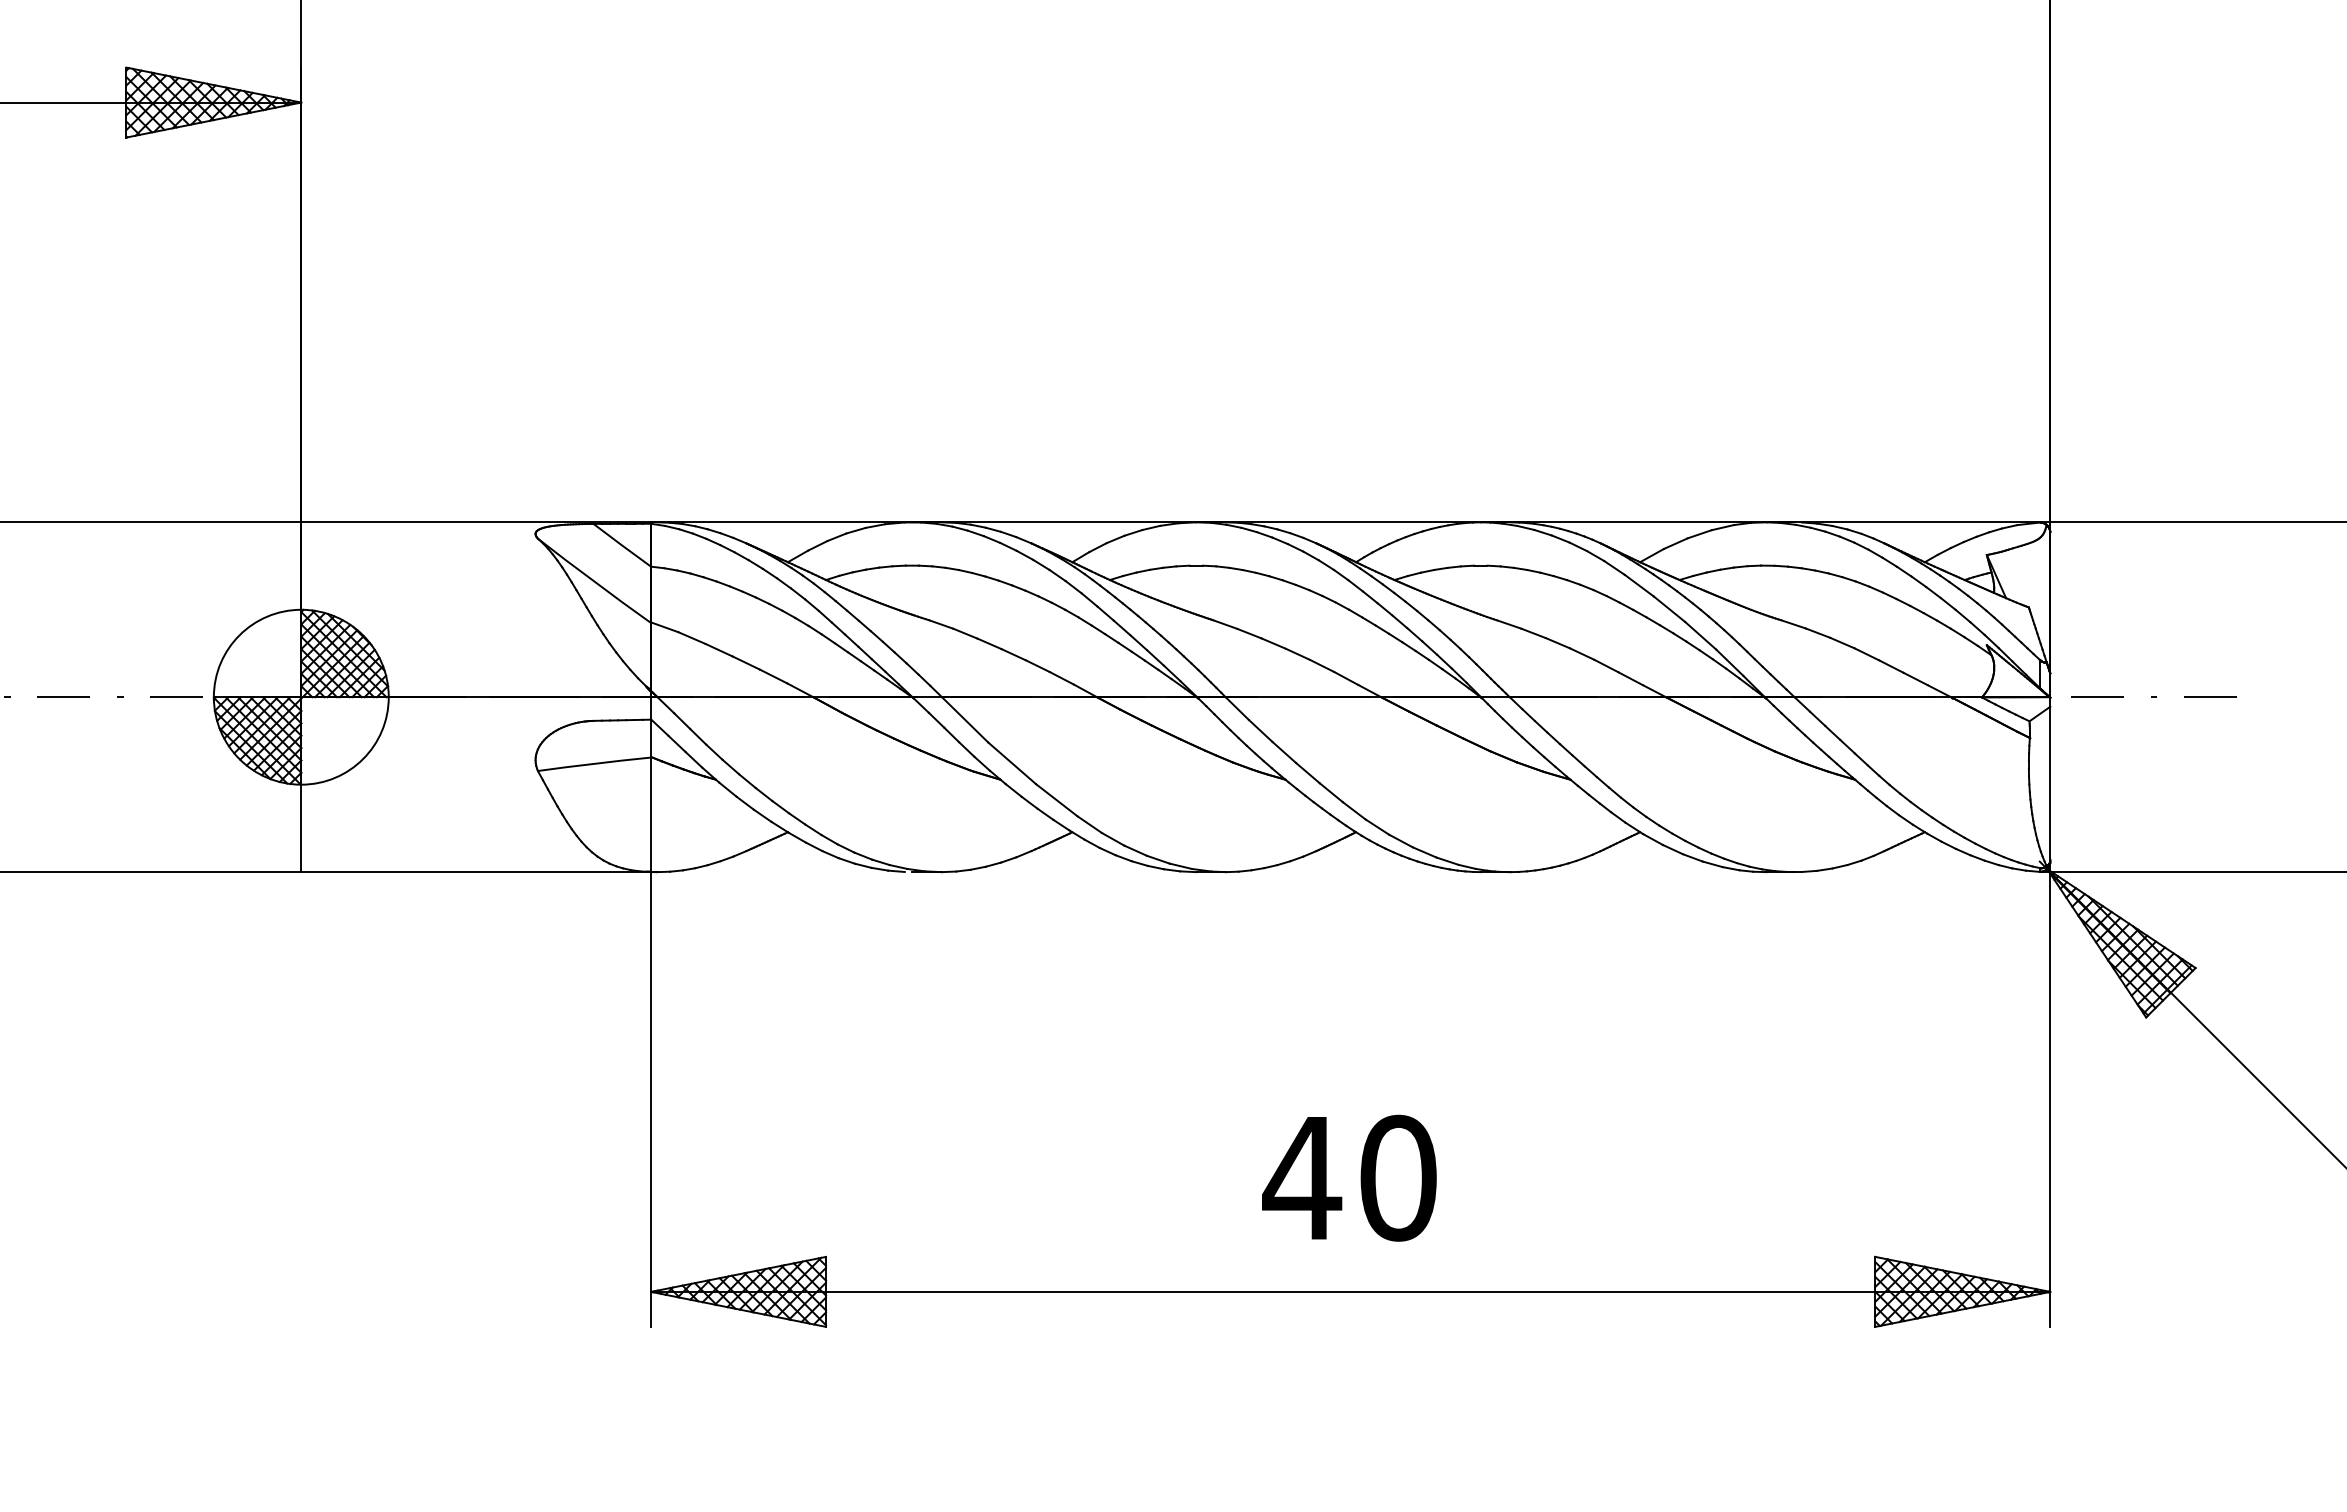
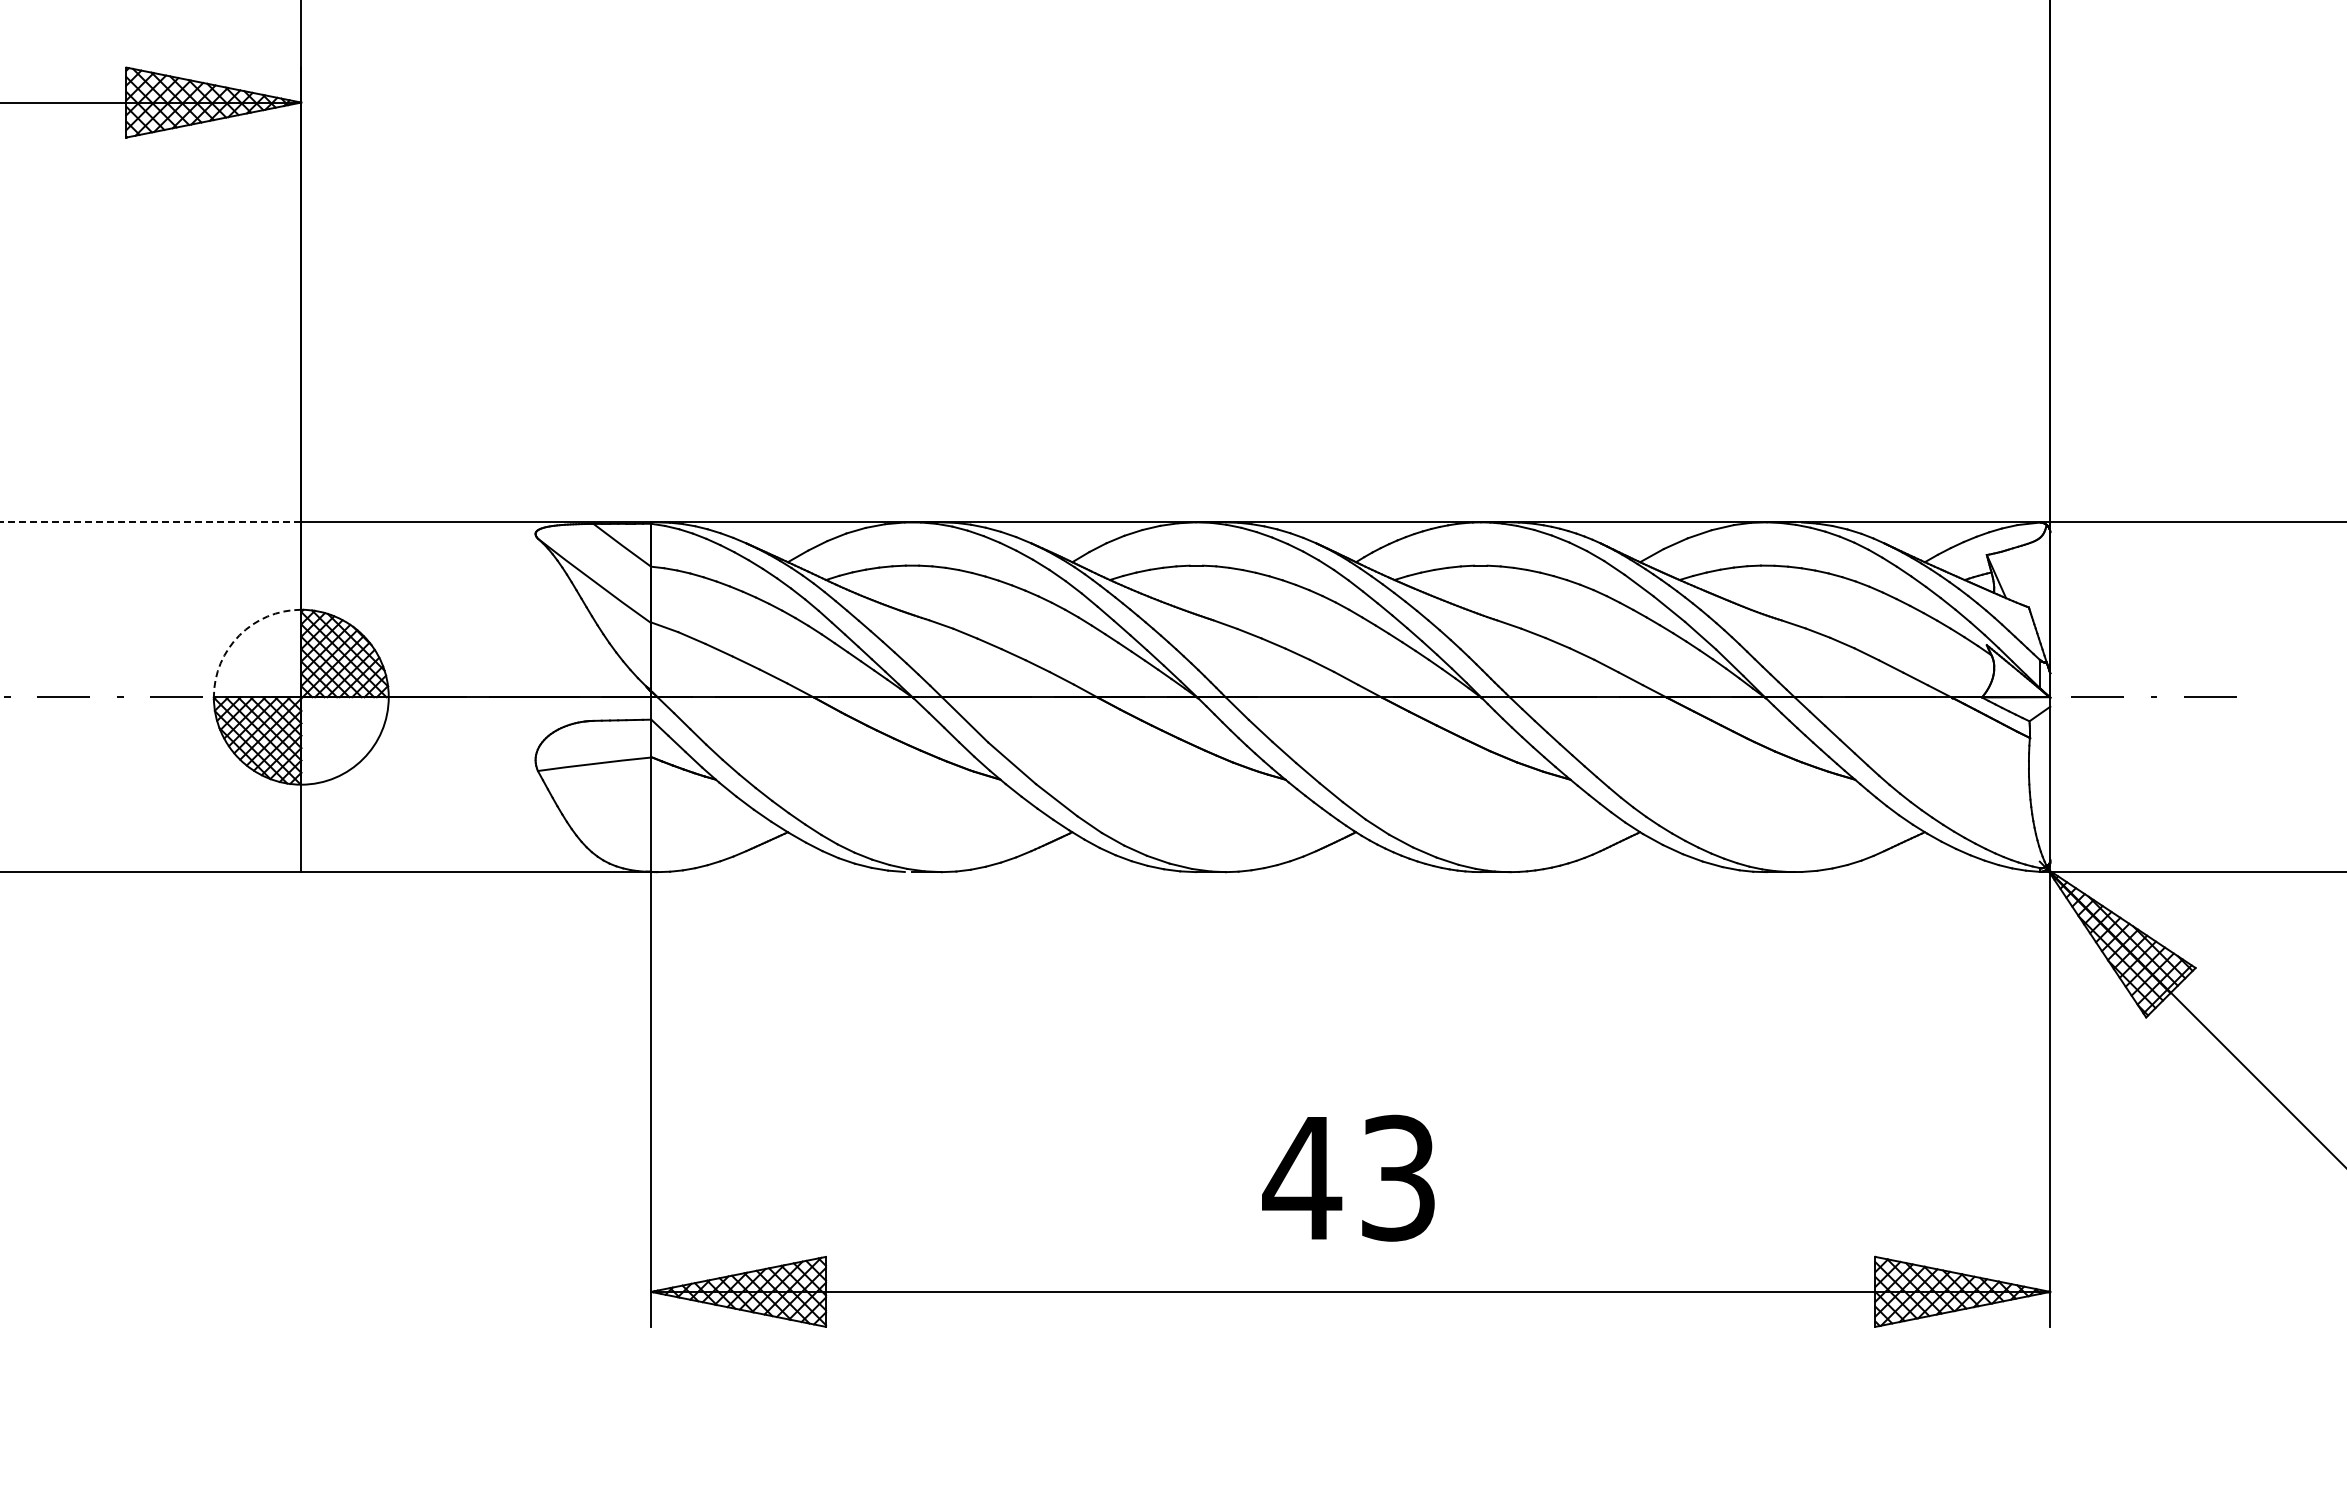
line at (150, 522): solid -> dashed
arc at (239, 635): solid -> dashed
text at (1398, 1177): 40 -> 43
